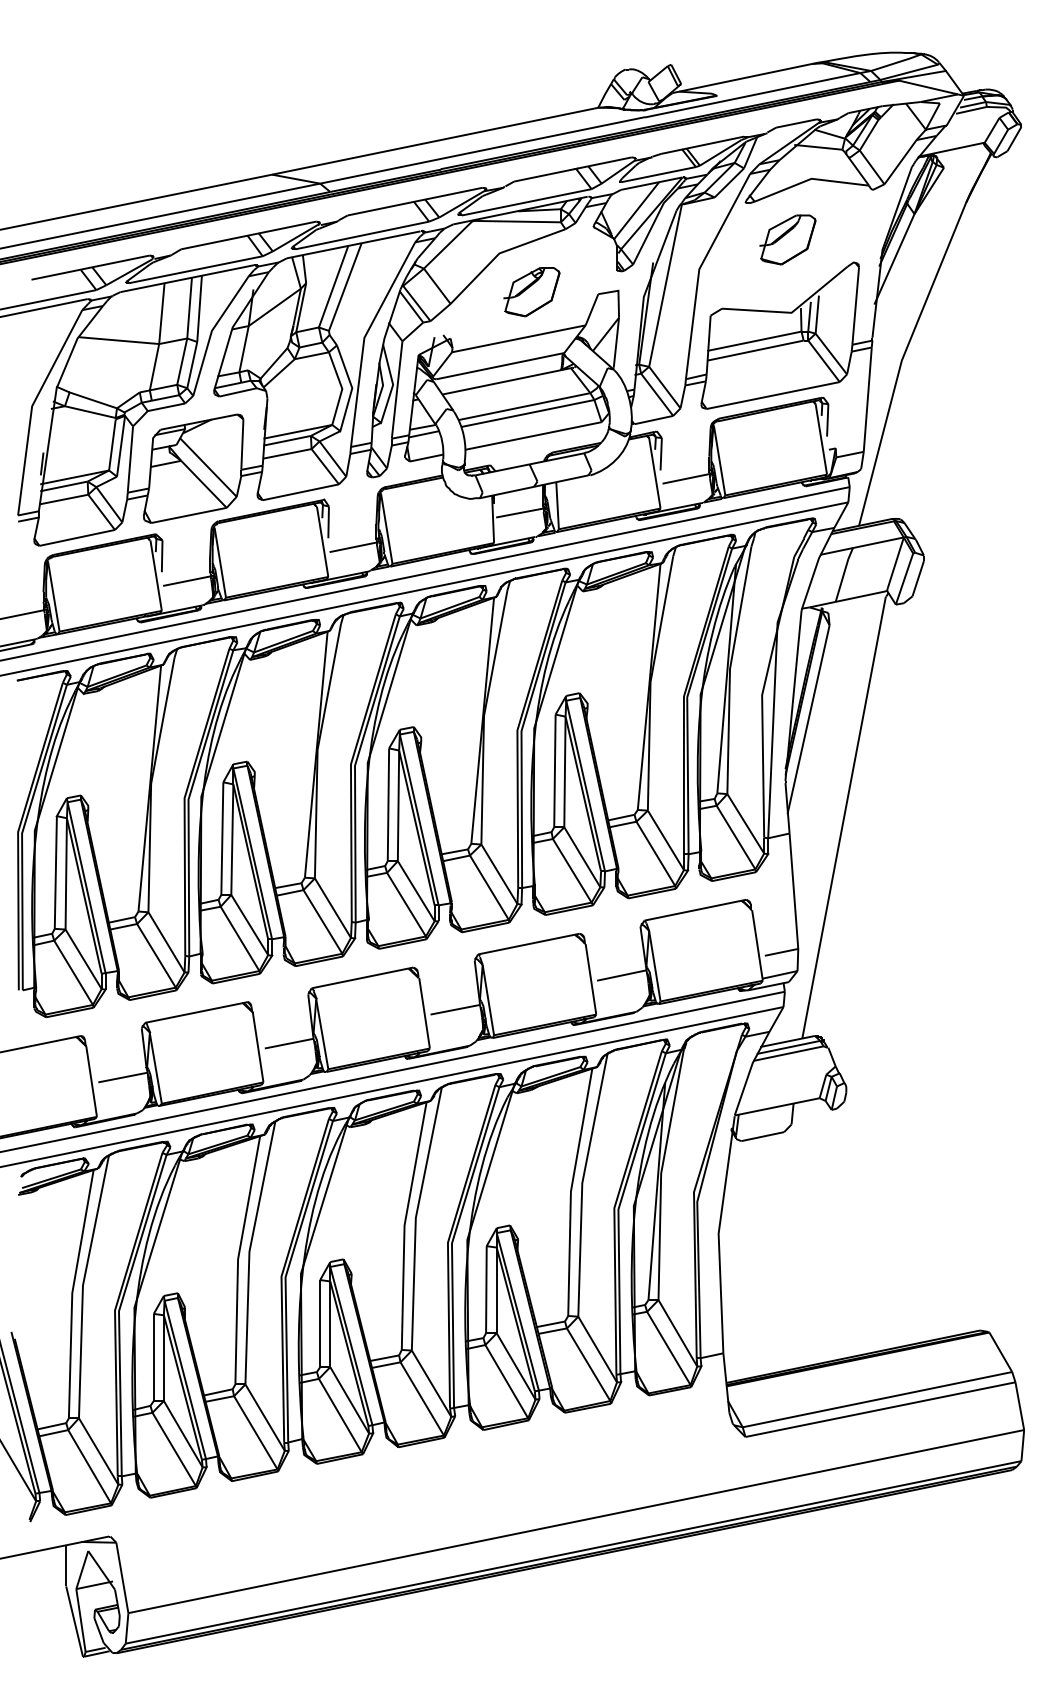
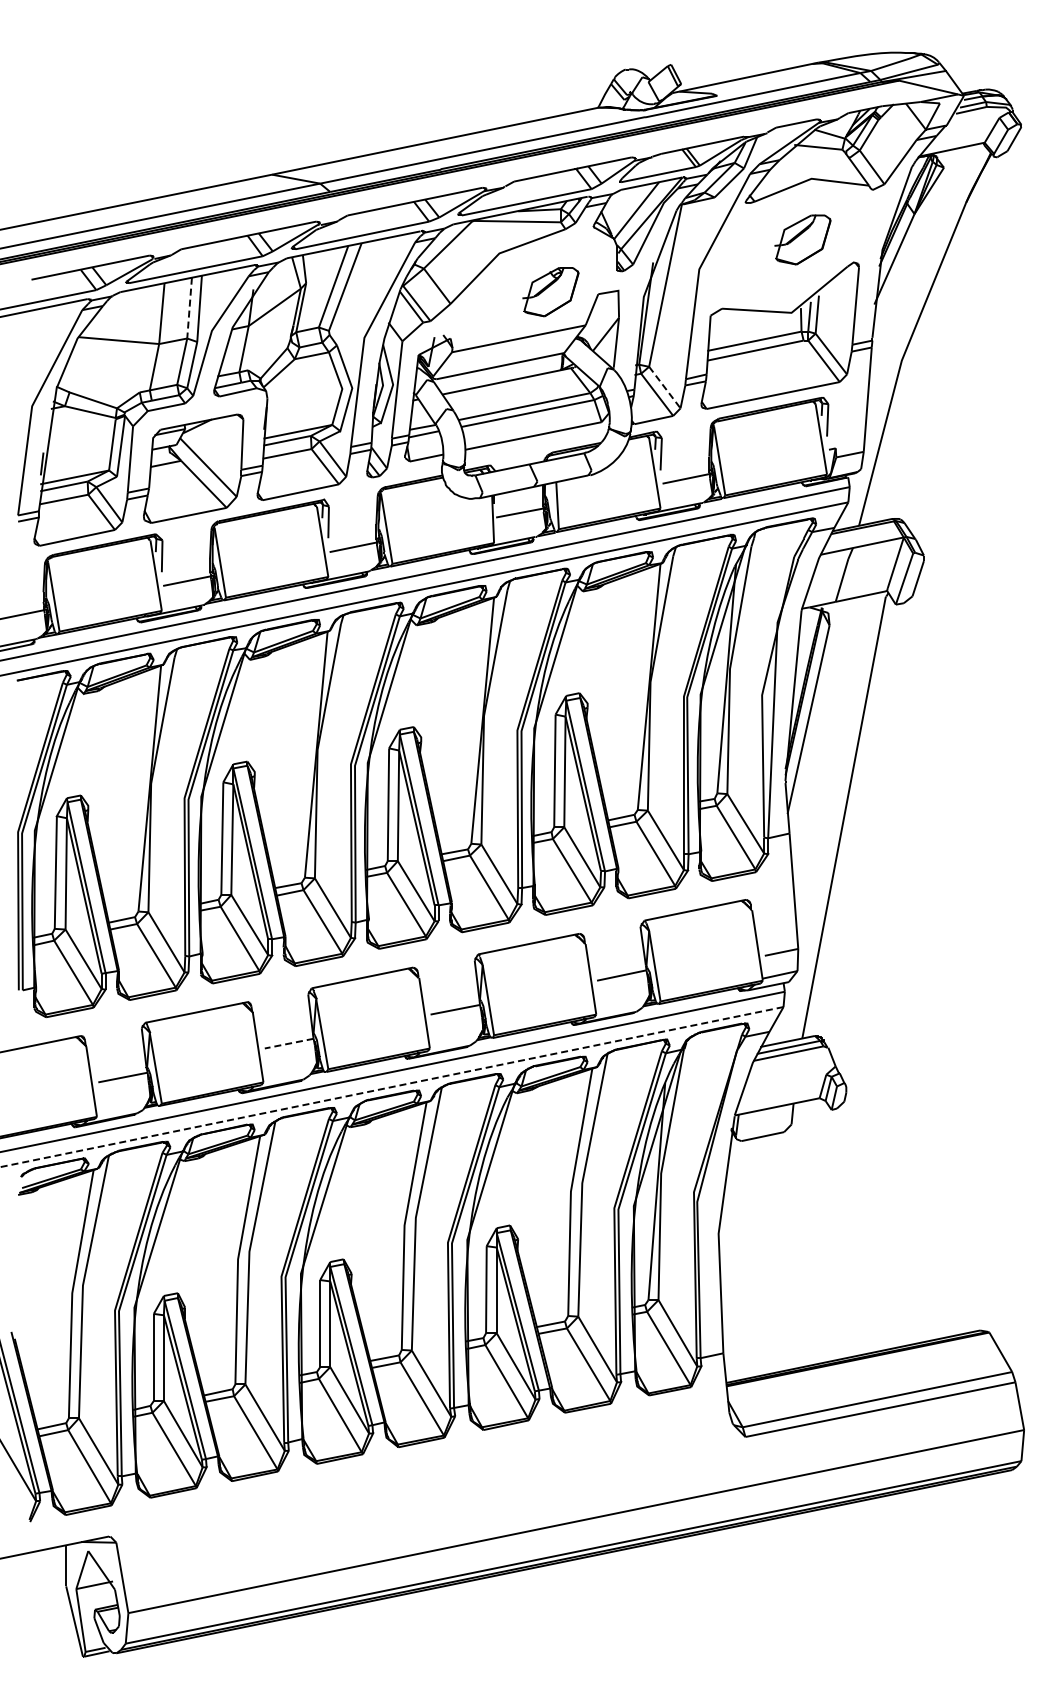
part at (787, 239) position: (787, 239) -> (802, 239)
part at (531, 292) position: (531, 292) -> (550, 292)
line at (189, 308): solid -> dashed
line at (665, 387): solid -> dashed
line at (289, 1043): solid -> dashed
line at (391, 1087): solid -> dashed
